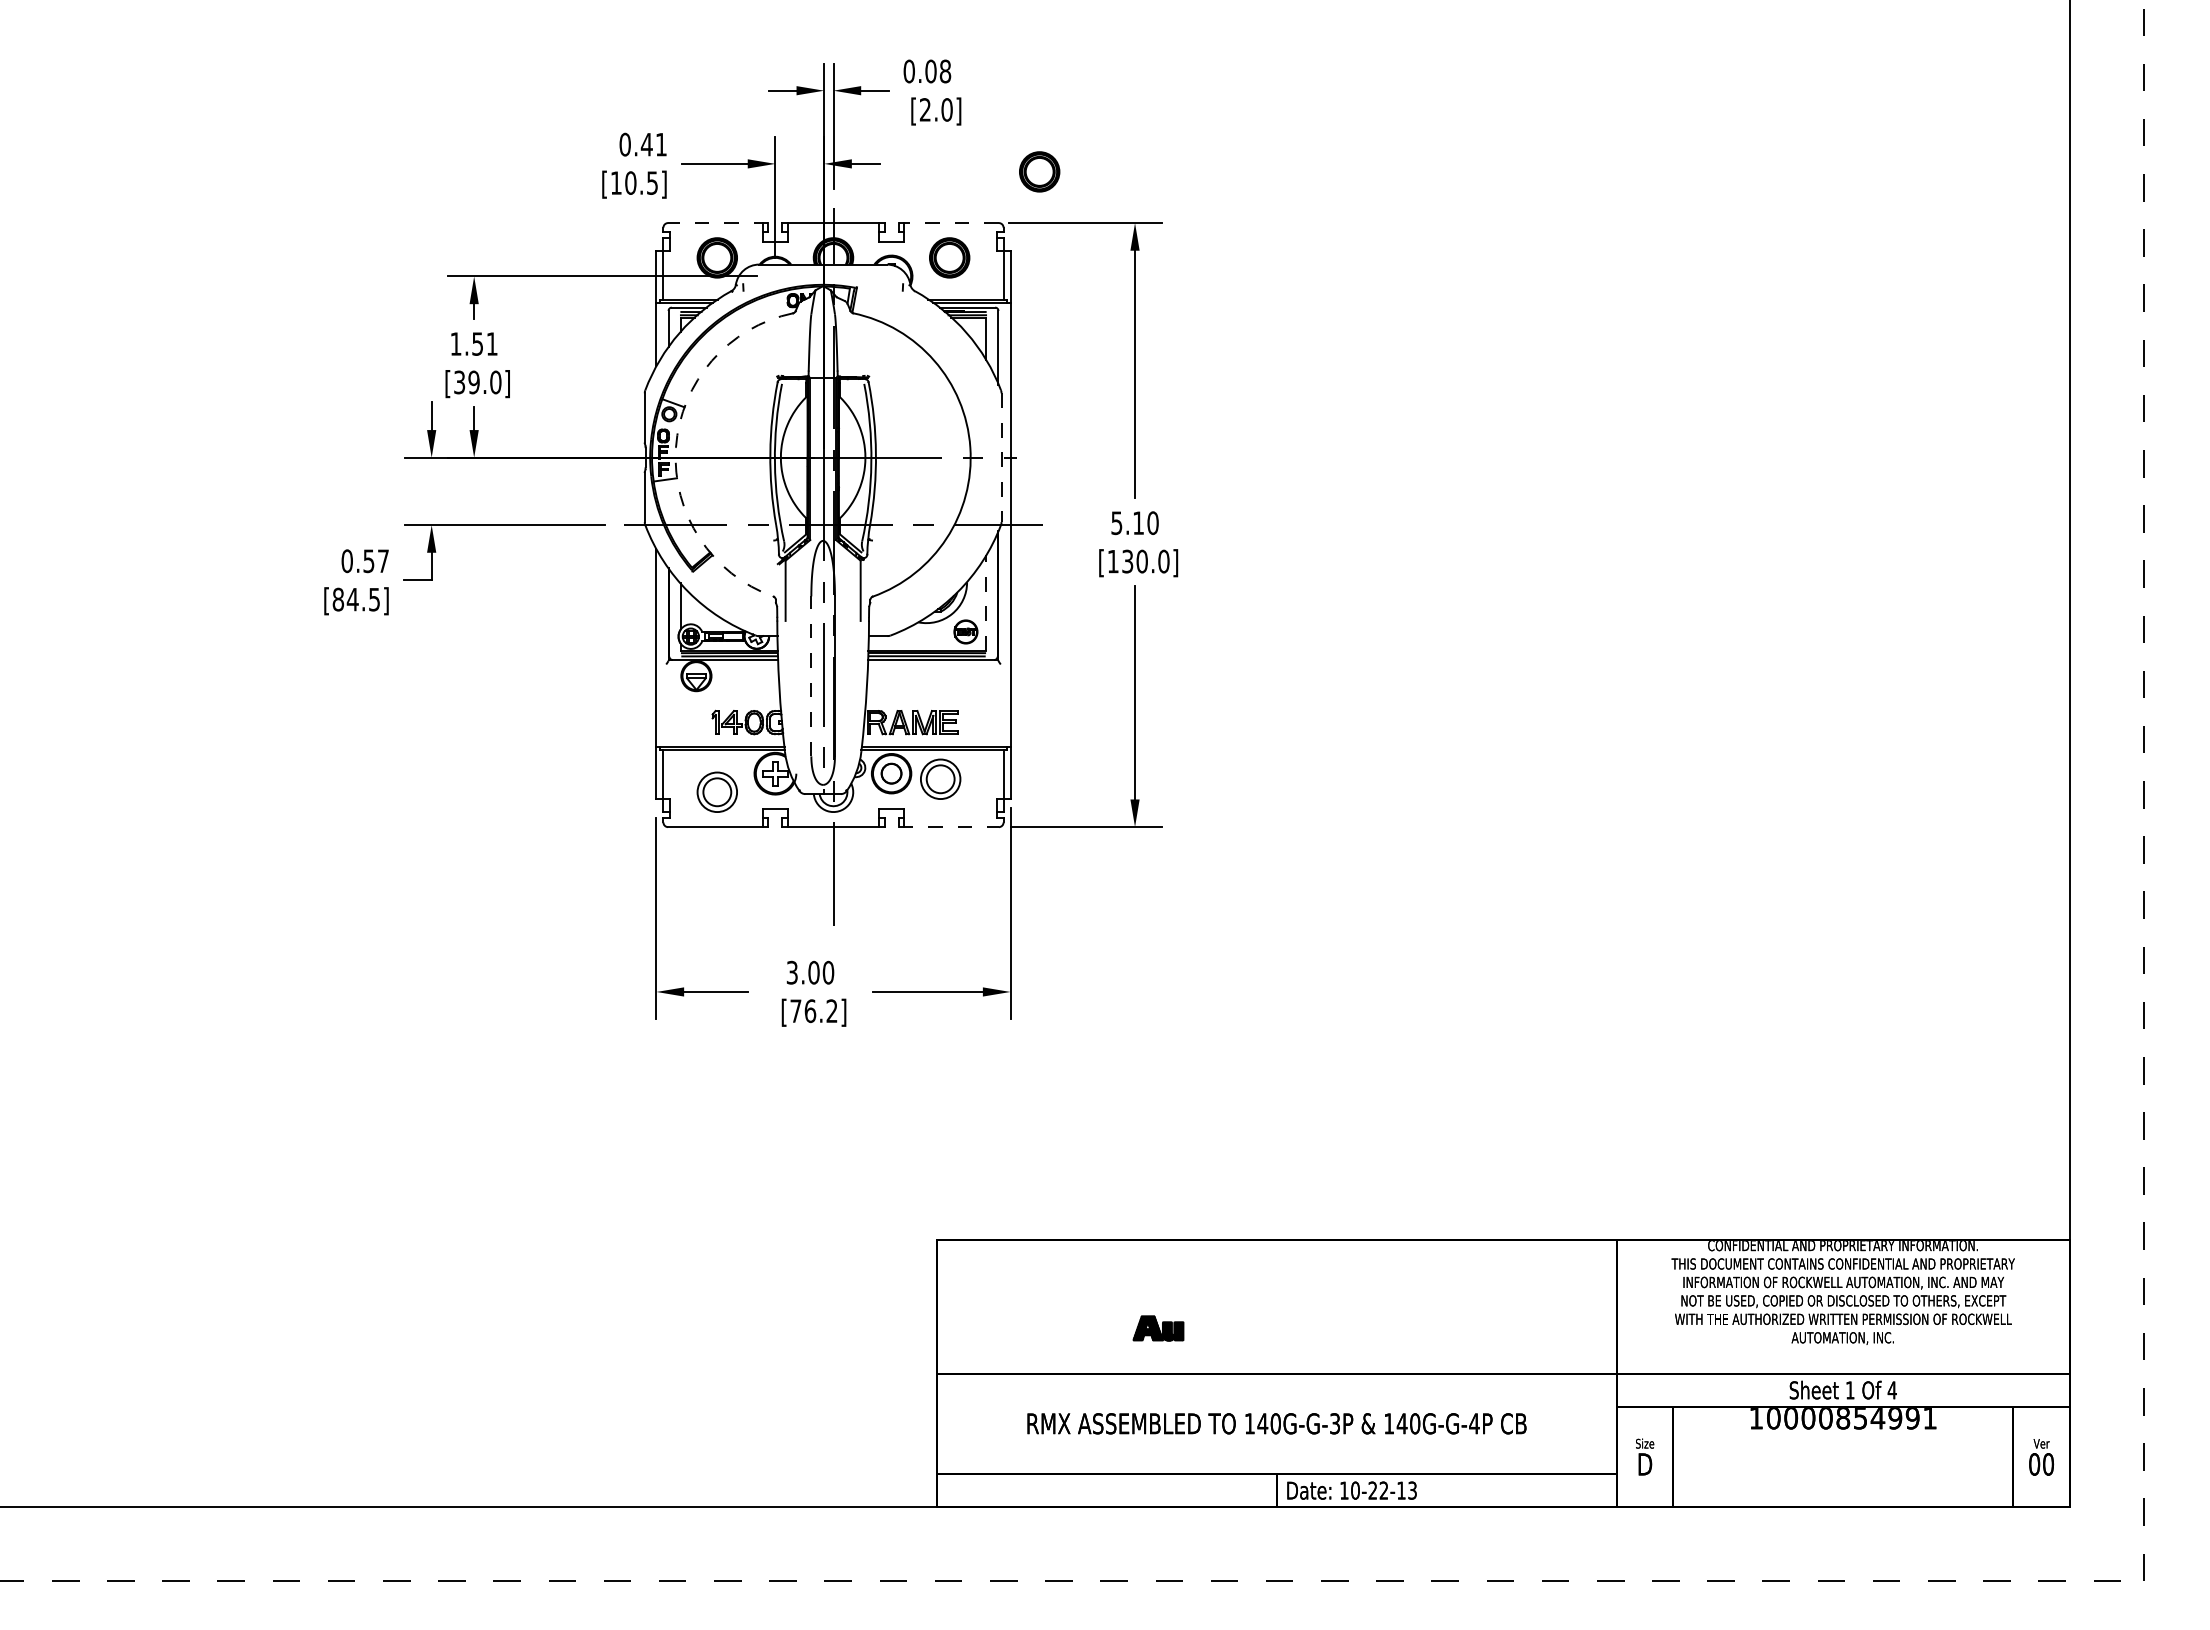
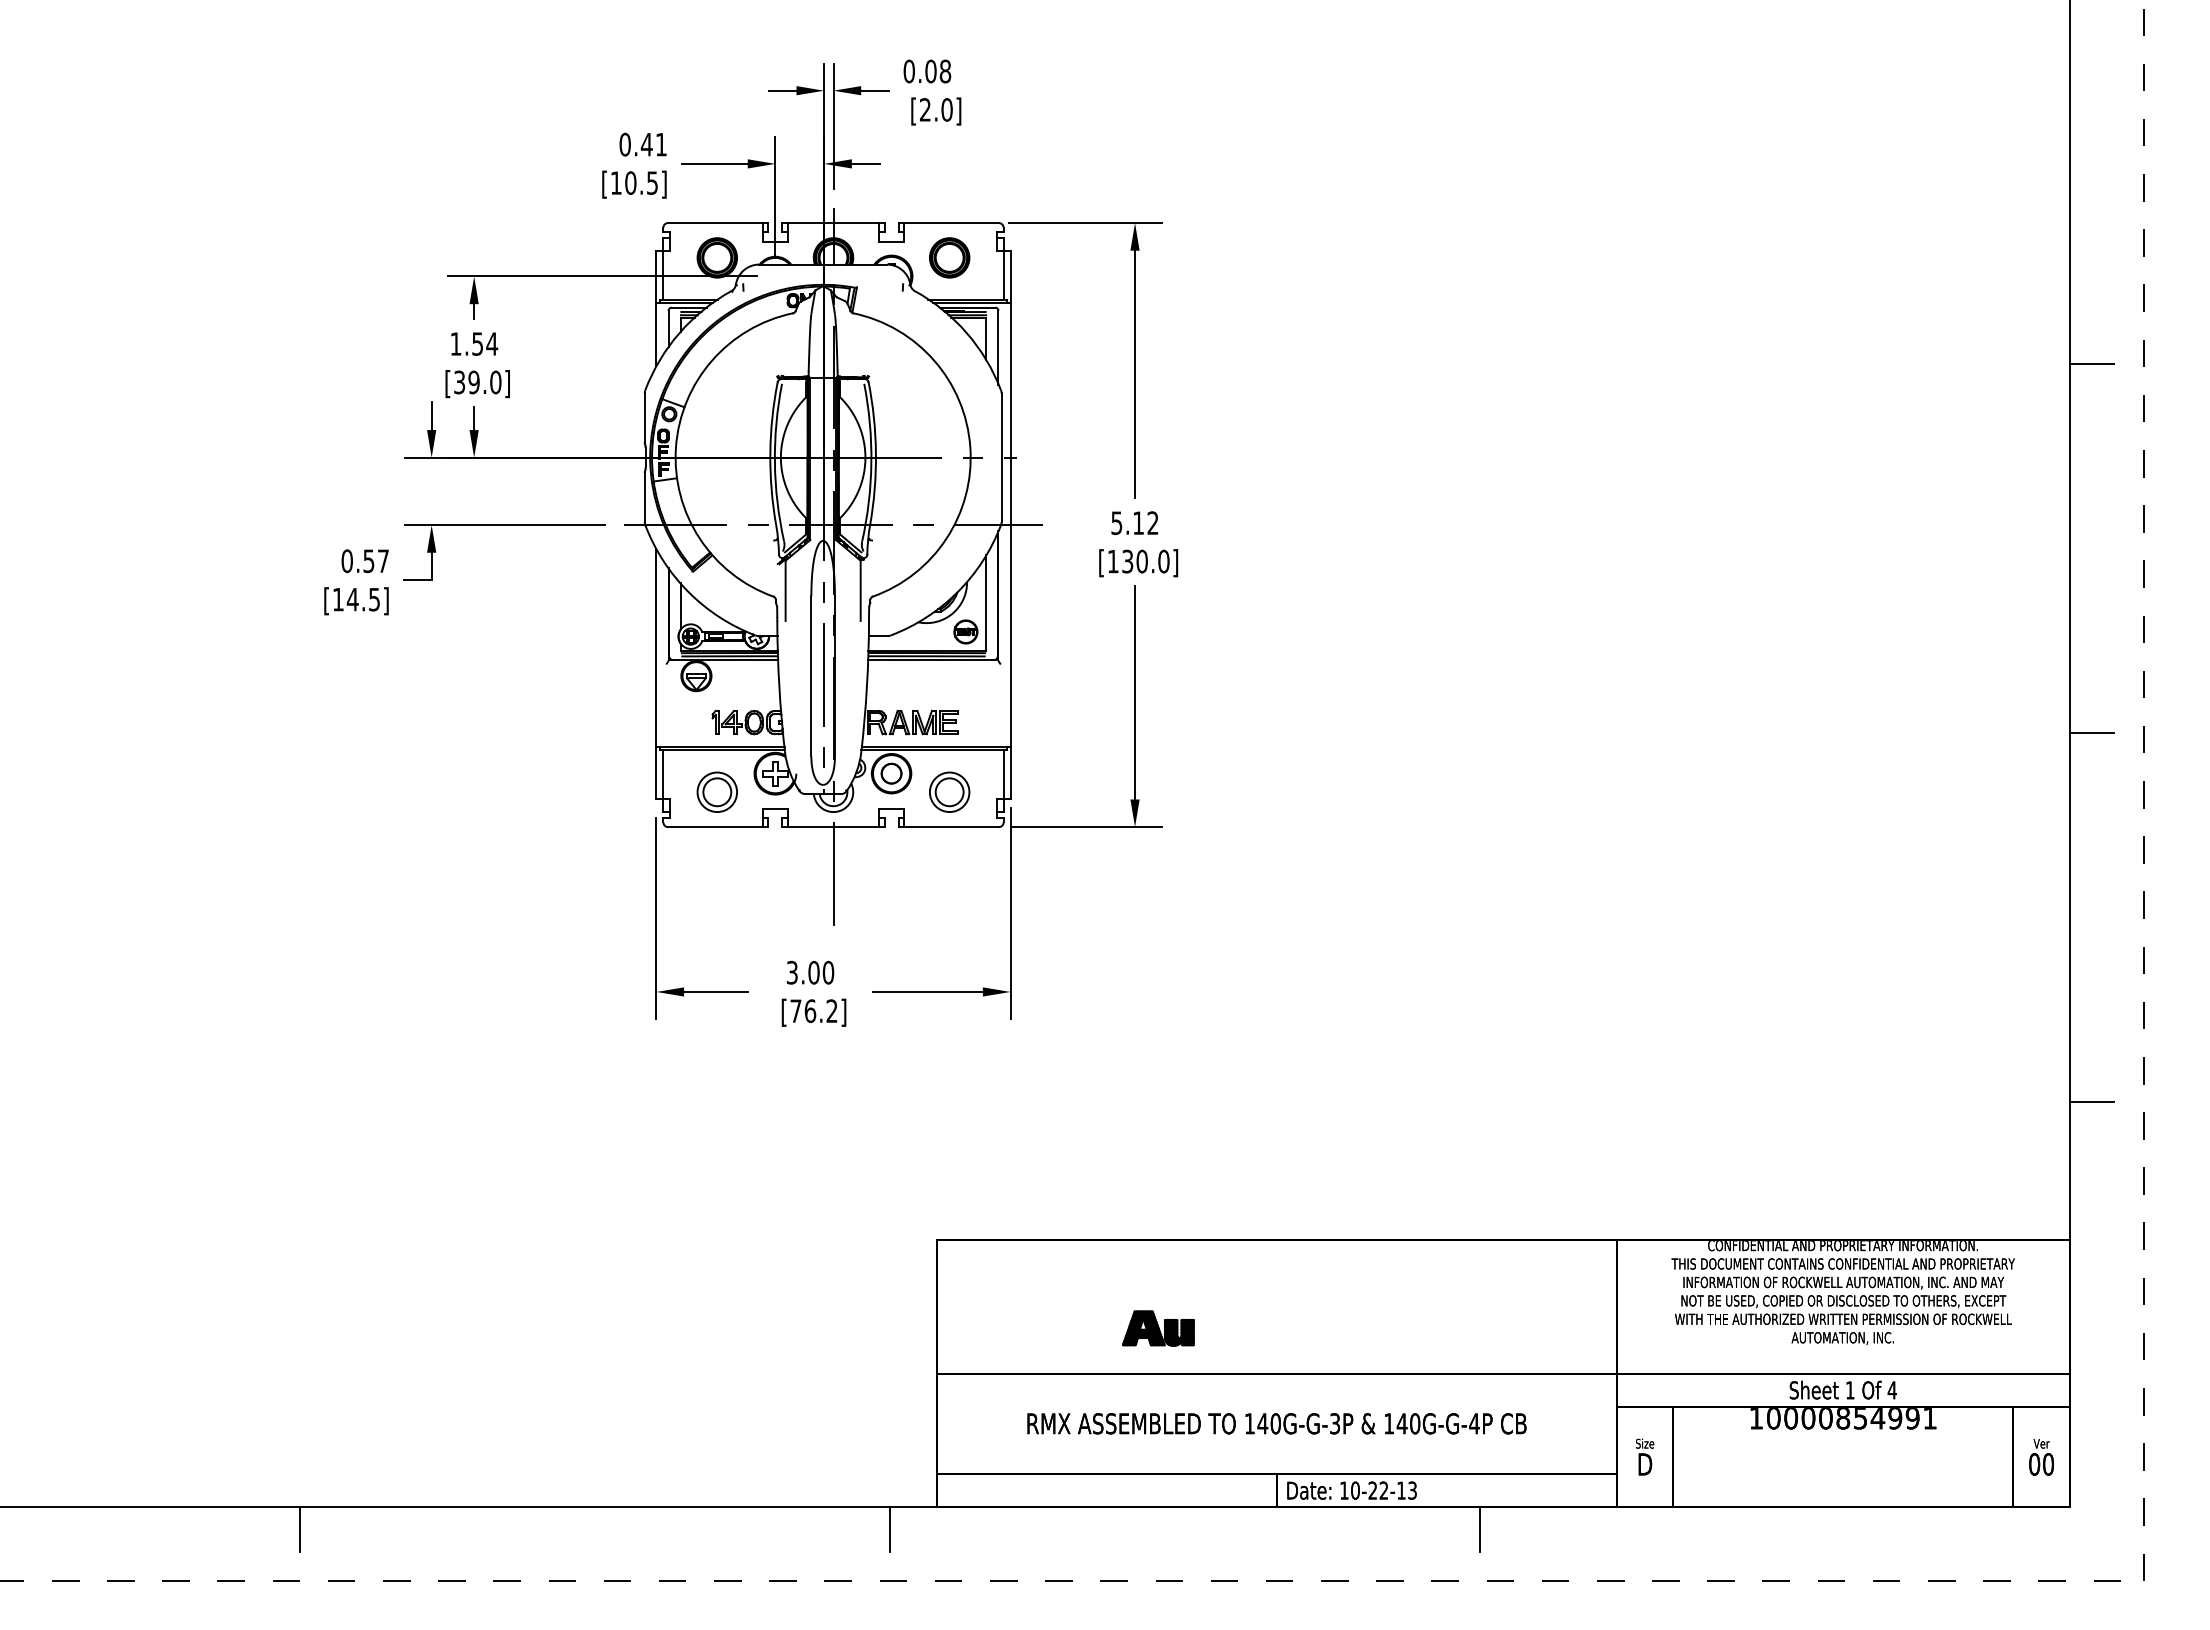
part at (1039, 171): present -> none
line at (717, 223): dashed -> solid
line at (948, 223): dashed -> solid
text at (492, 343): 1.51 -> 1.54
line at (2091, 363): none -> present
arc at (675, 447): dashed -> solid
line at (1001, 458): dashed -> solid
text at (1152, 522): 5.10 -> 5.12
text at (338, 599): [84.5] -> [14.5]
line at (986, 602): dashed -> solid
line at (811, 676): dashed -> solid
line at (2091, 732): none -> present
part at (940, 778) position: (940, 778) -> (949, 791)
line at (949, 827): dashed -> solid
line at (2091, 1101): none -> present
part at (1158, 1328) size: 53x27 px -> 73x37 px
line at (299, 1529): none -> present
line at (889, 1529): none -> present
line at (1479, 1529): none -> present
